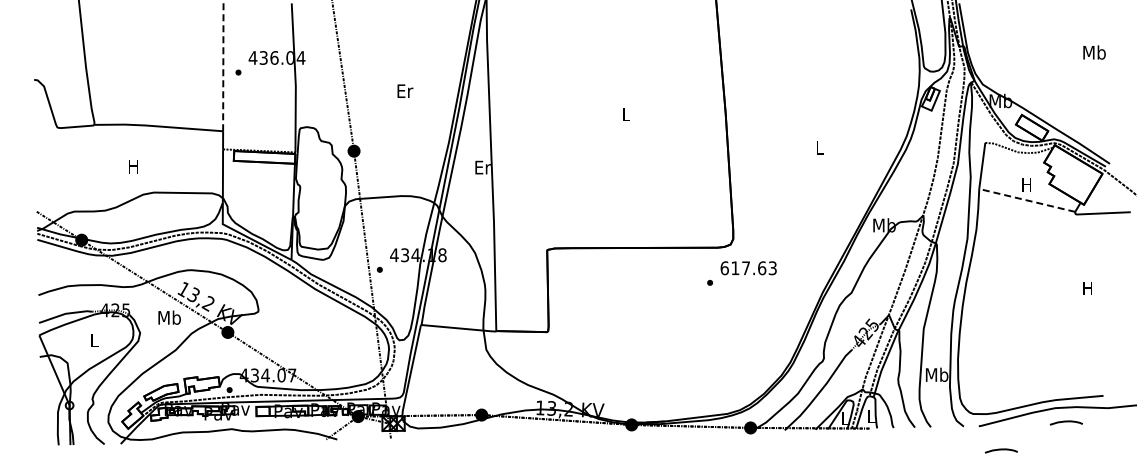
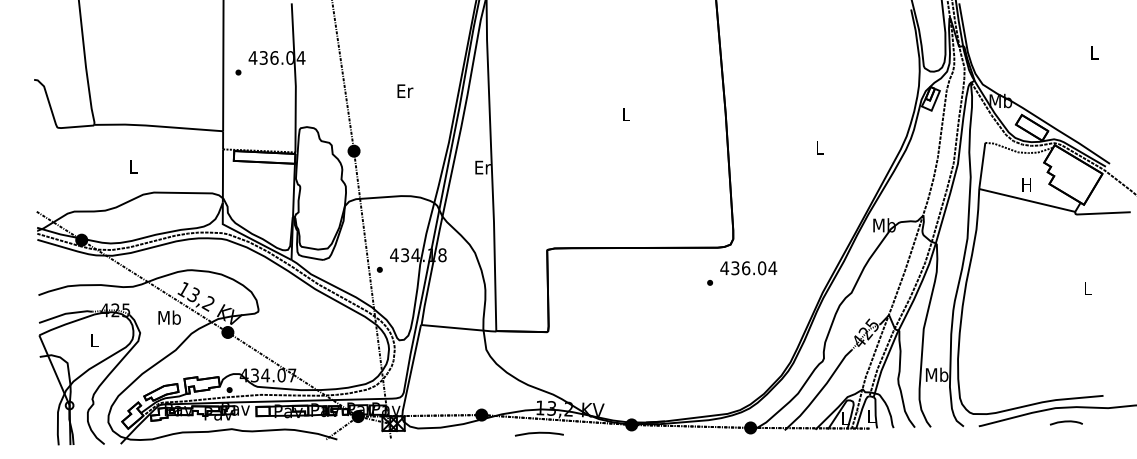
text at (1094, 52): Mb -> L
line at (223, 65): dashed -> solid
text at (133, 166): H -> L
line at (1026, 200): dashed -> solid
text at (748, 268): 617.63 -> 436.04
text at (1087, 288): H -> L
curve at (539, 433): none -> present
curve at (1001, 450): present -> none
